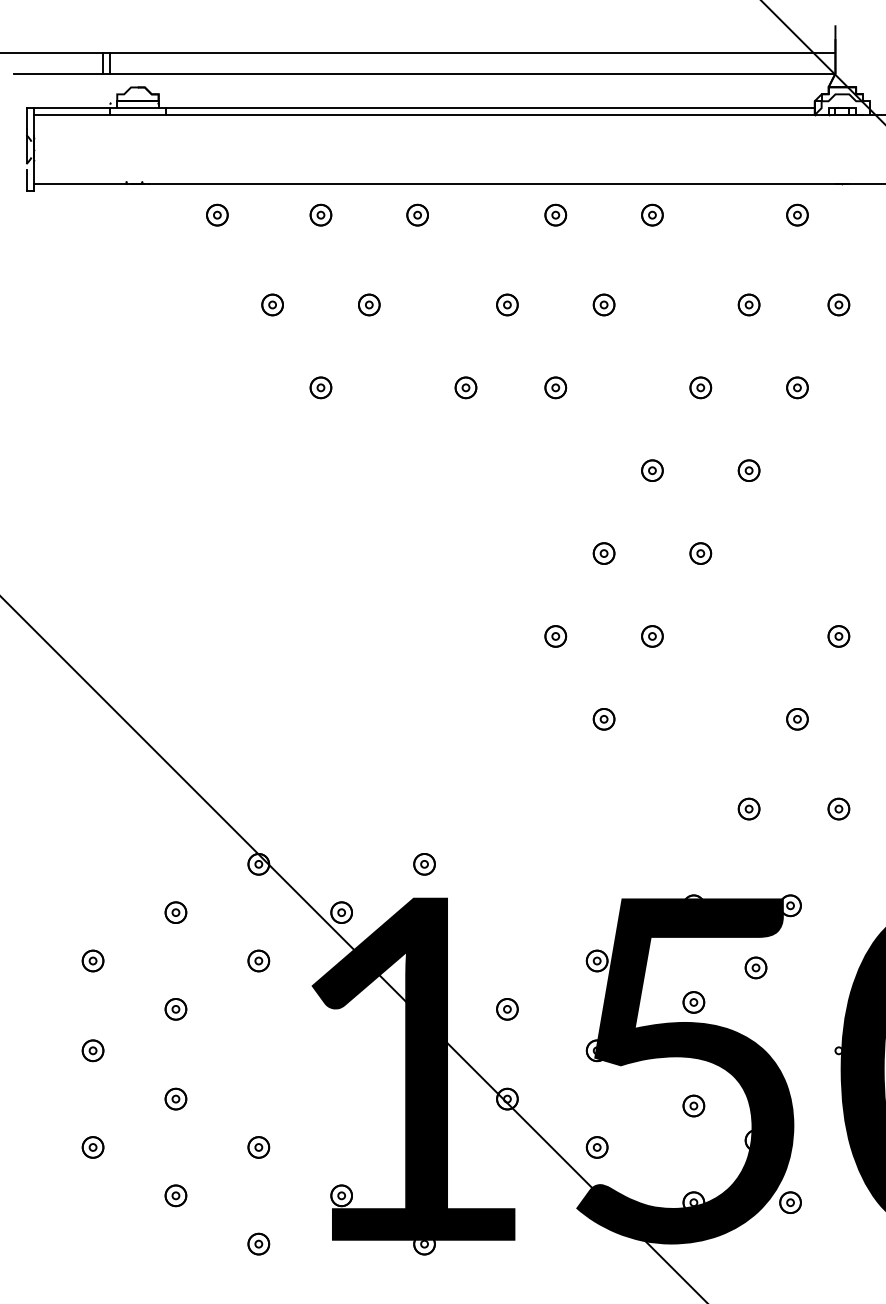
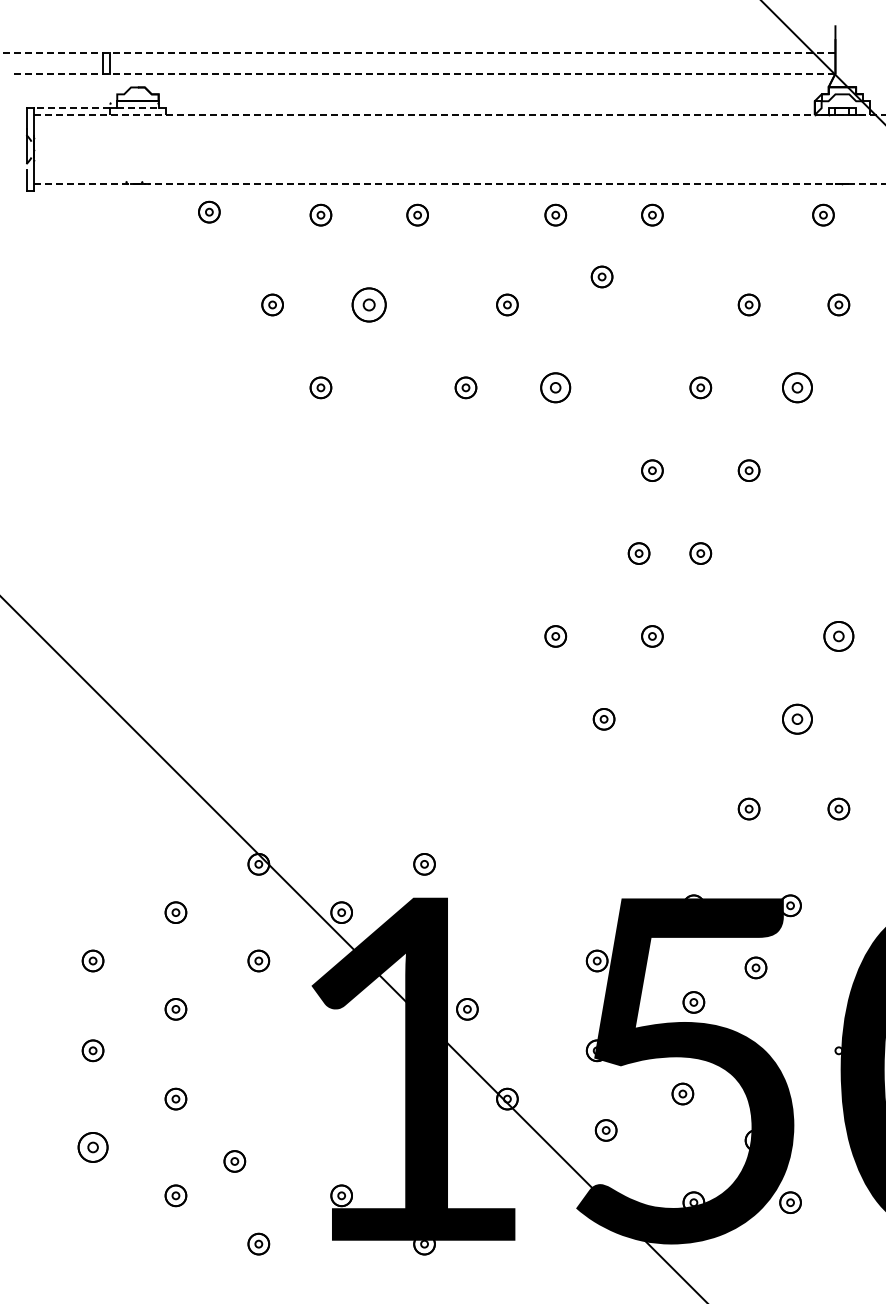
line at (417, 52): solid -> dashed
line at (424, 73): solid -> dashed
line at (72, 108): solid -> dashed
line at (137, 108): solid -> dashed
line at (489, 108): present -> none
line at (460, 115): solid -> dashed
line at (460, 184): solid -> dashed
part at (217, 214) position: (217, 214) -> (209, 211)
part at (797, 214) position: (797, 214) -> (823, 214)
part at (369, 304) size: 23x24 px -> 36x36 px
part at (603, 304) position: (603, 304) -> (601, 276)
part at (555, 387) size: 24x24 px -> 32x32 px
part at (797, 387) size: 23x24 px -> 31x32 px
part at (603, 553) position: (603, 553) -> (638, 553)
part at (838, 636) size: 24x23 px -> 32x31 px
part at (797, 719) size: 23x23 px -> 31x32 px
part at (507, 1009) position: (507, 1009) -> (467, 1009)
part at (693, 1105) position: (693, 1105) -> (682, 1093)
part at (92, 1147) size: 24x23 px -> 32x31 px
part at (258, 1147) position: (258, 1147) -> (234, 1161)
part at (596, 1147) position: (596, 1147) -> (605, 1130)
